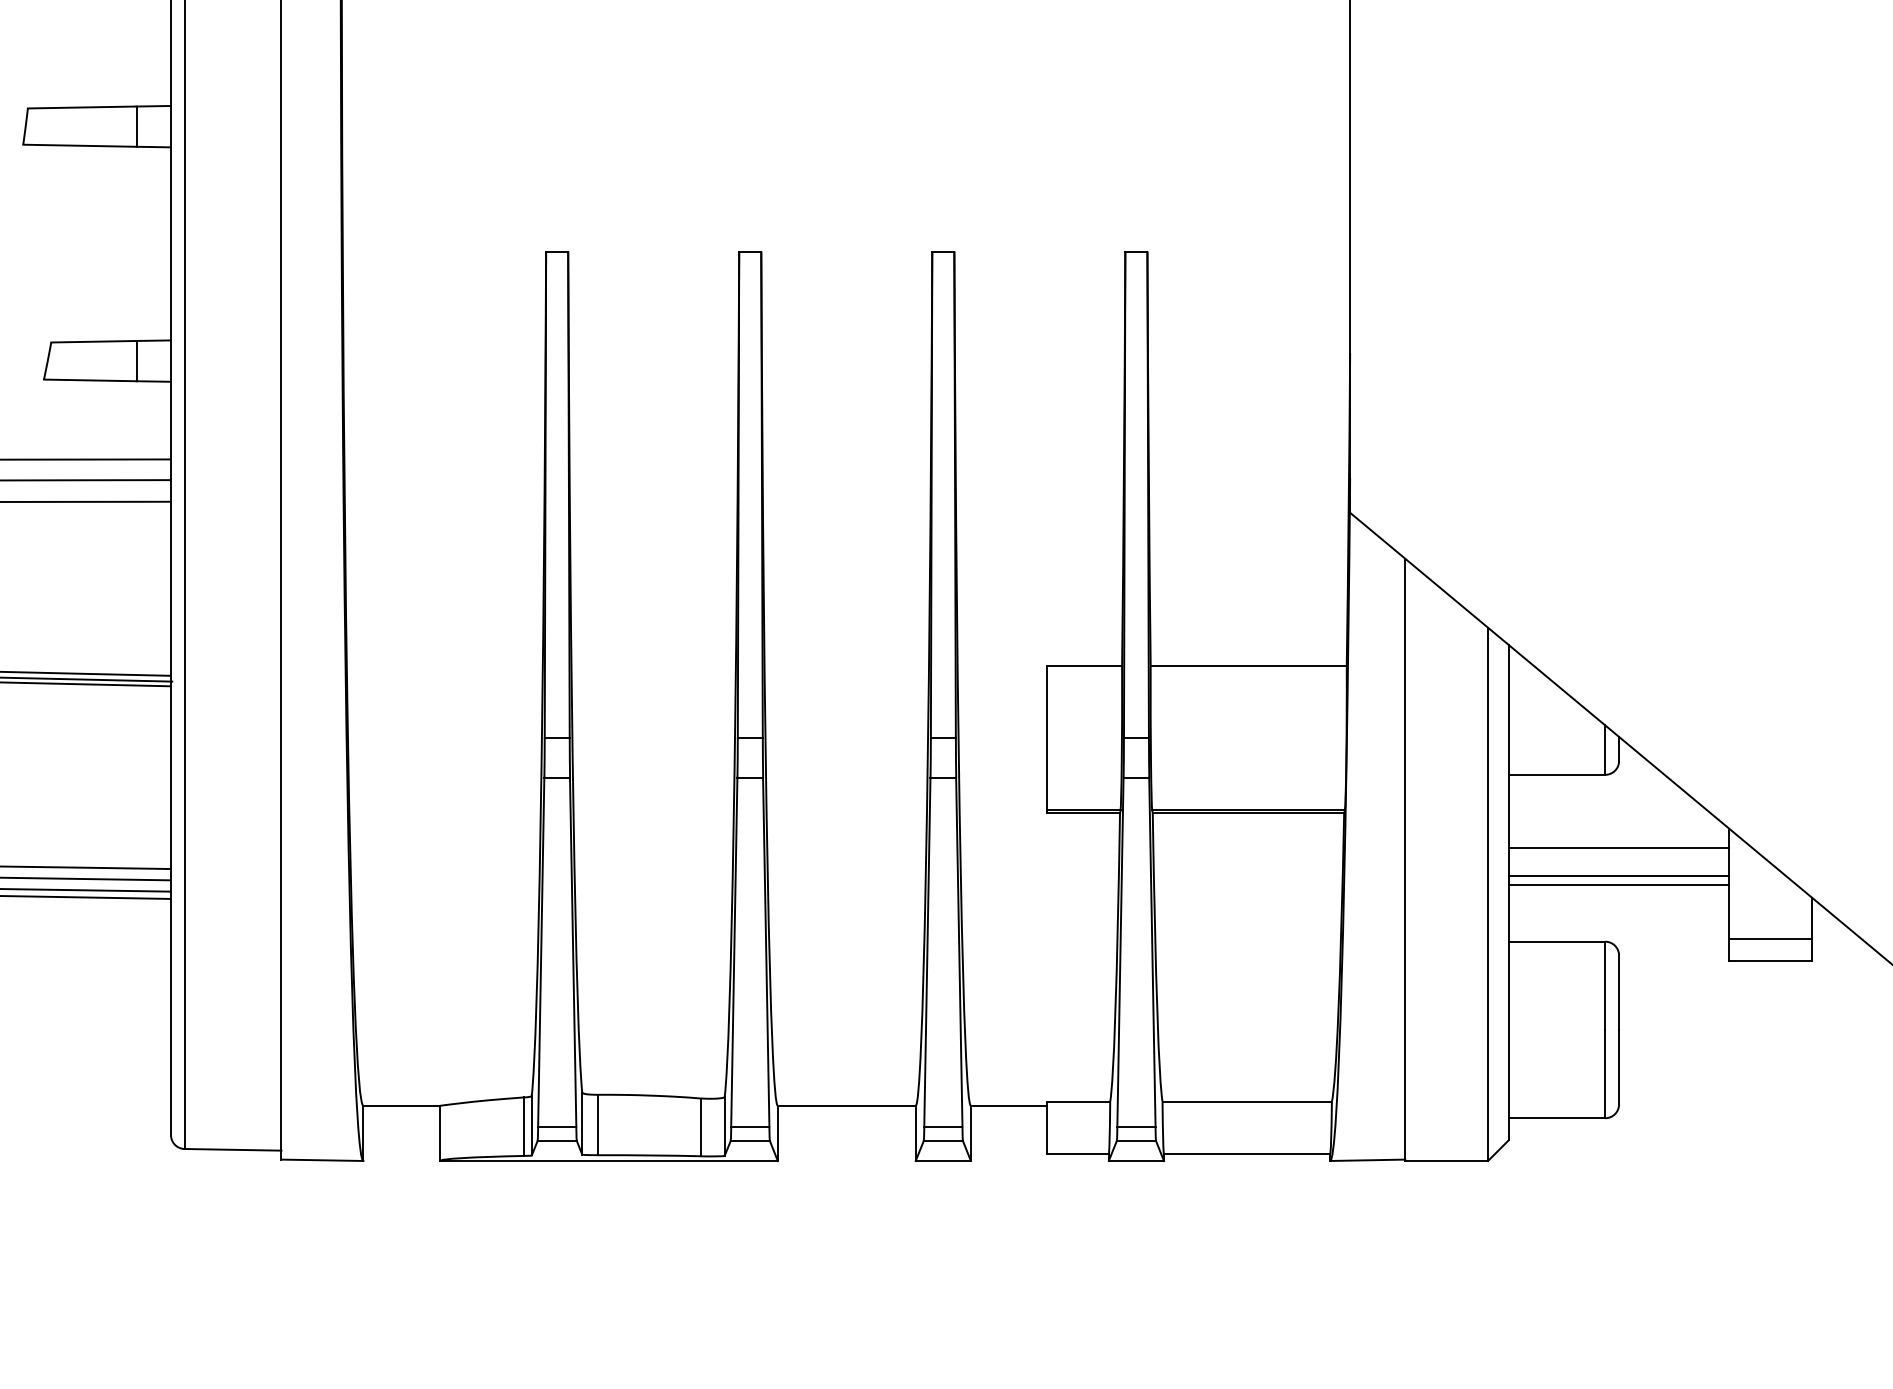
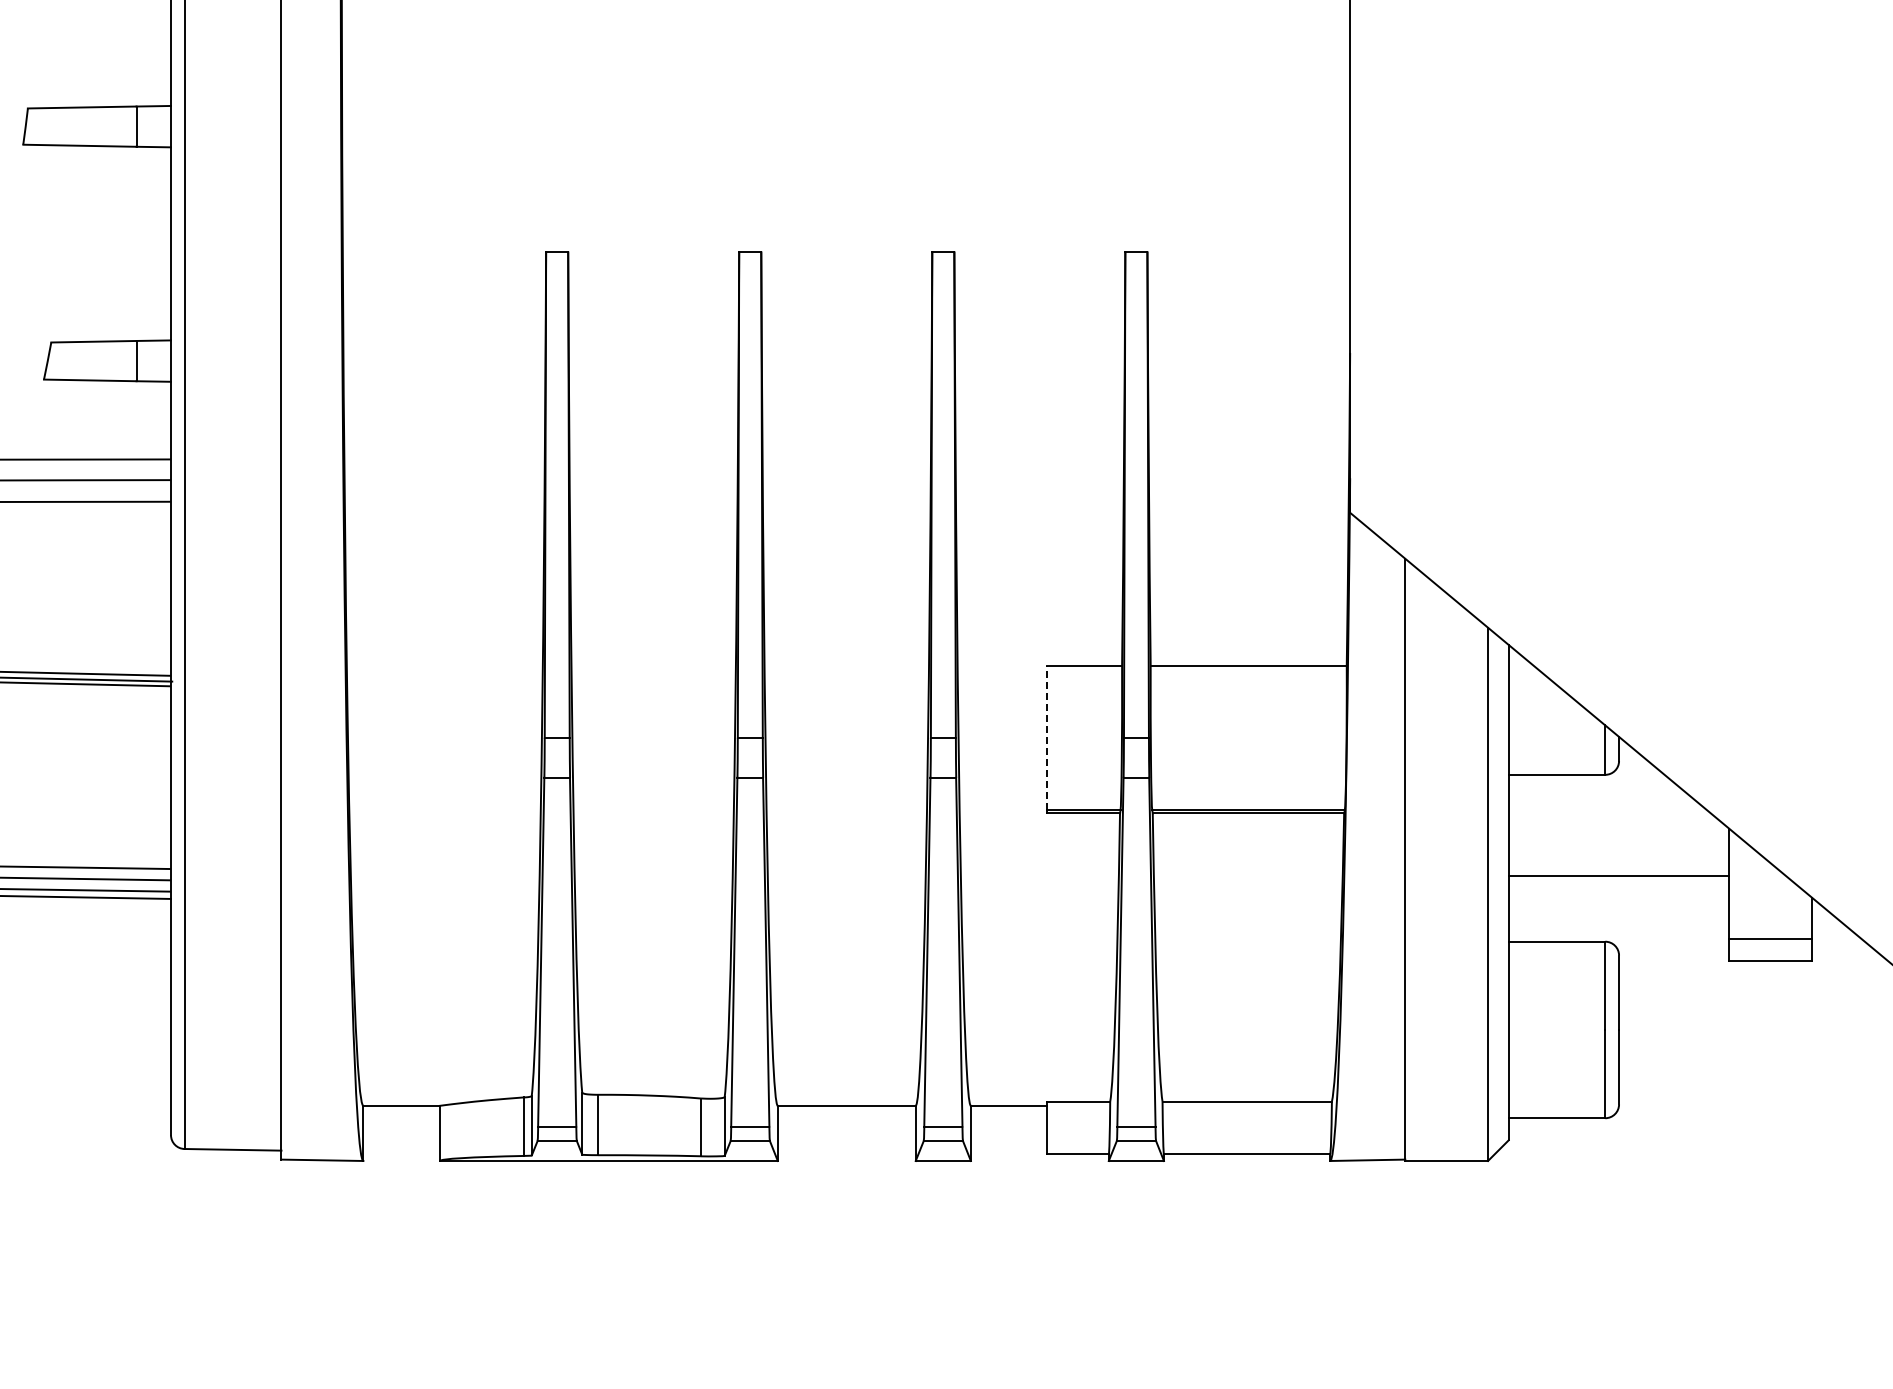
line at (1046, 737): solid -> dashed
line at (1618, 848): present -> none
line at (1618, 885): present -> none
